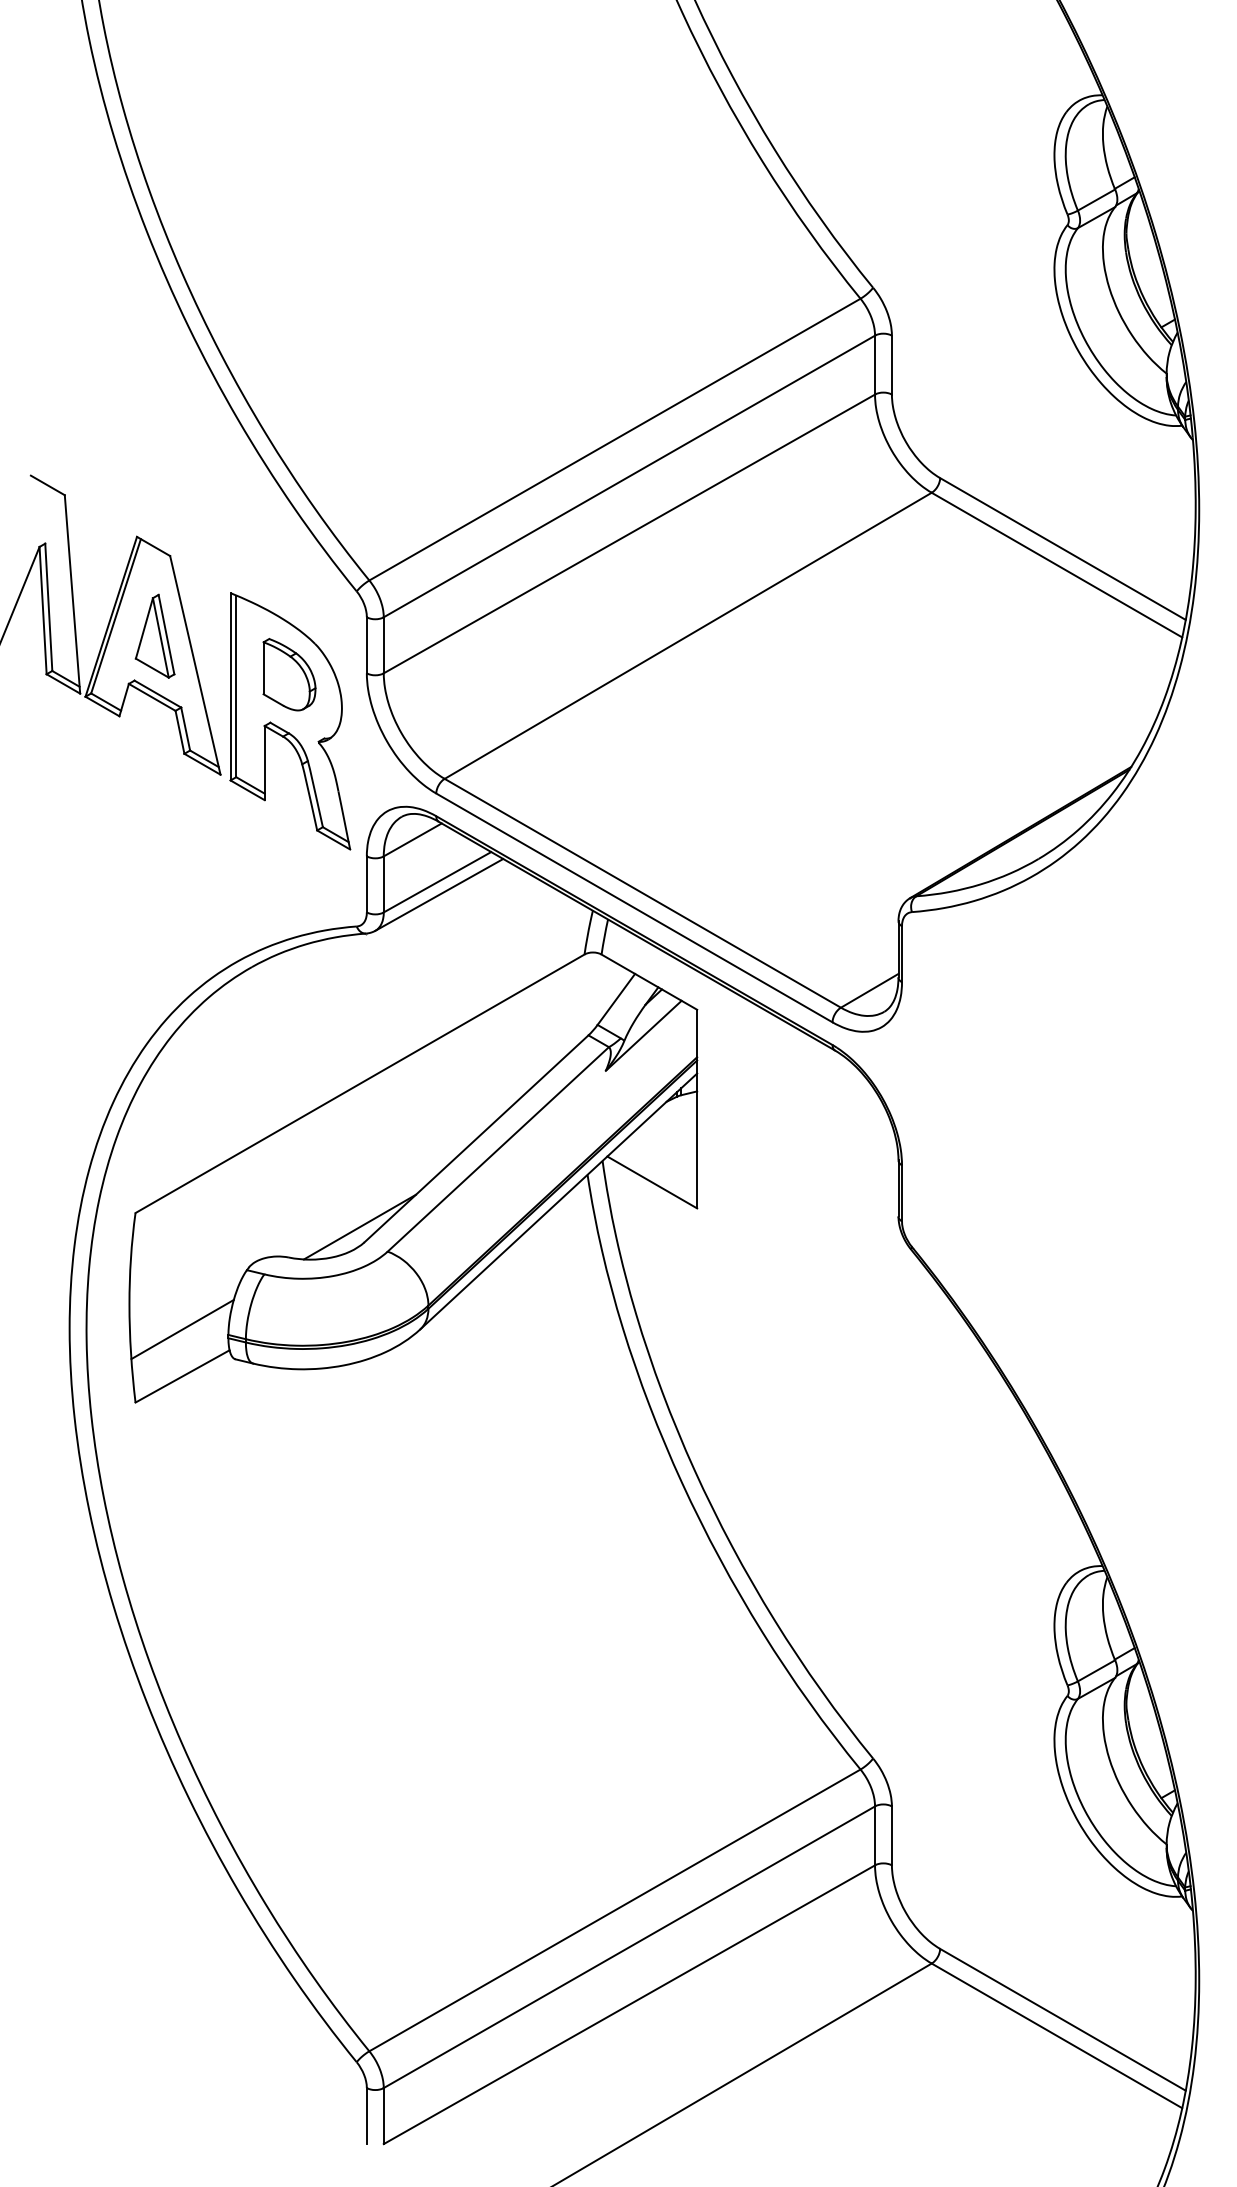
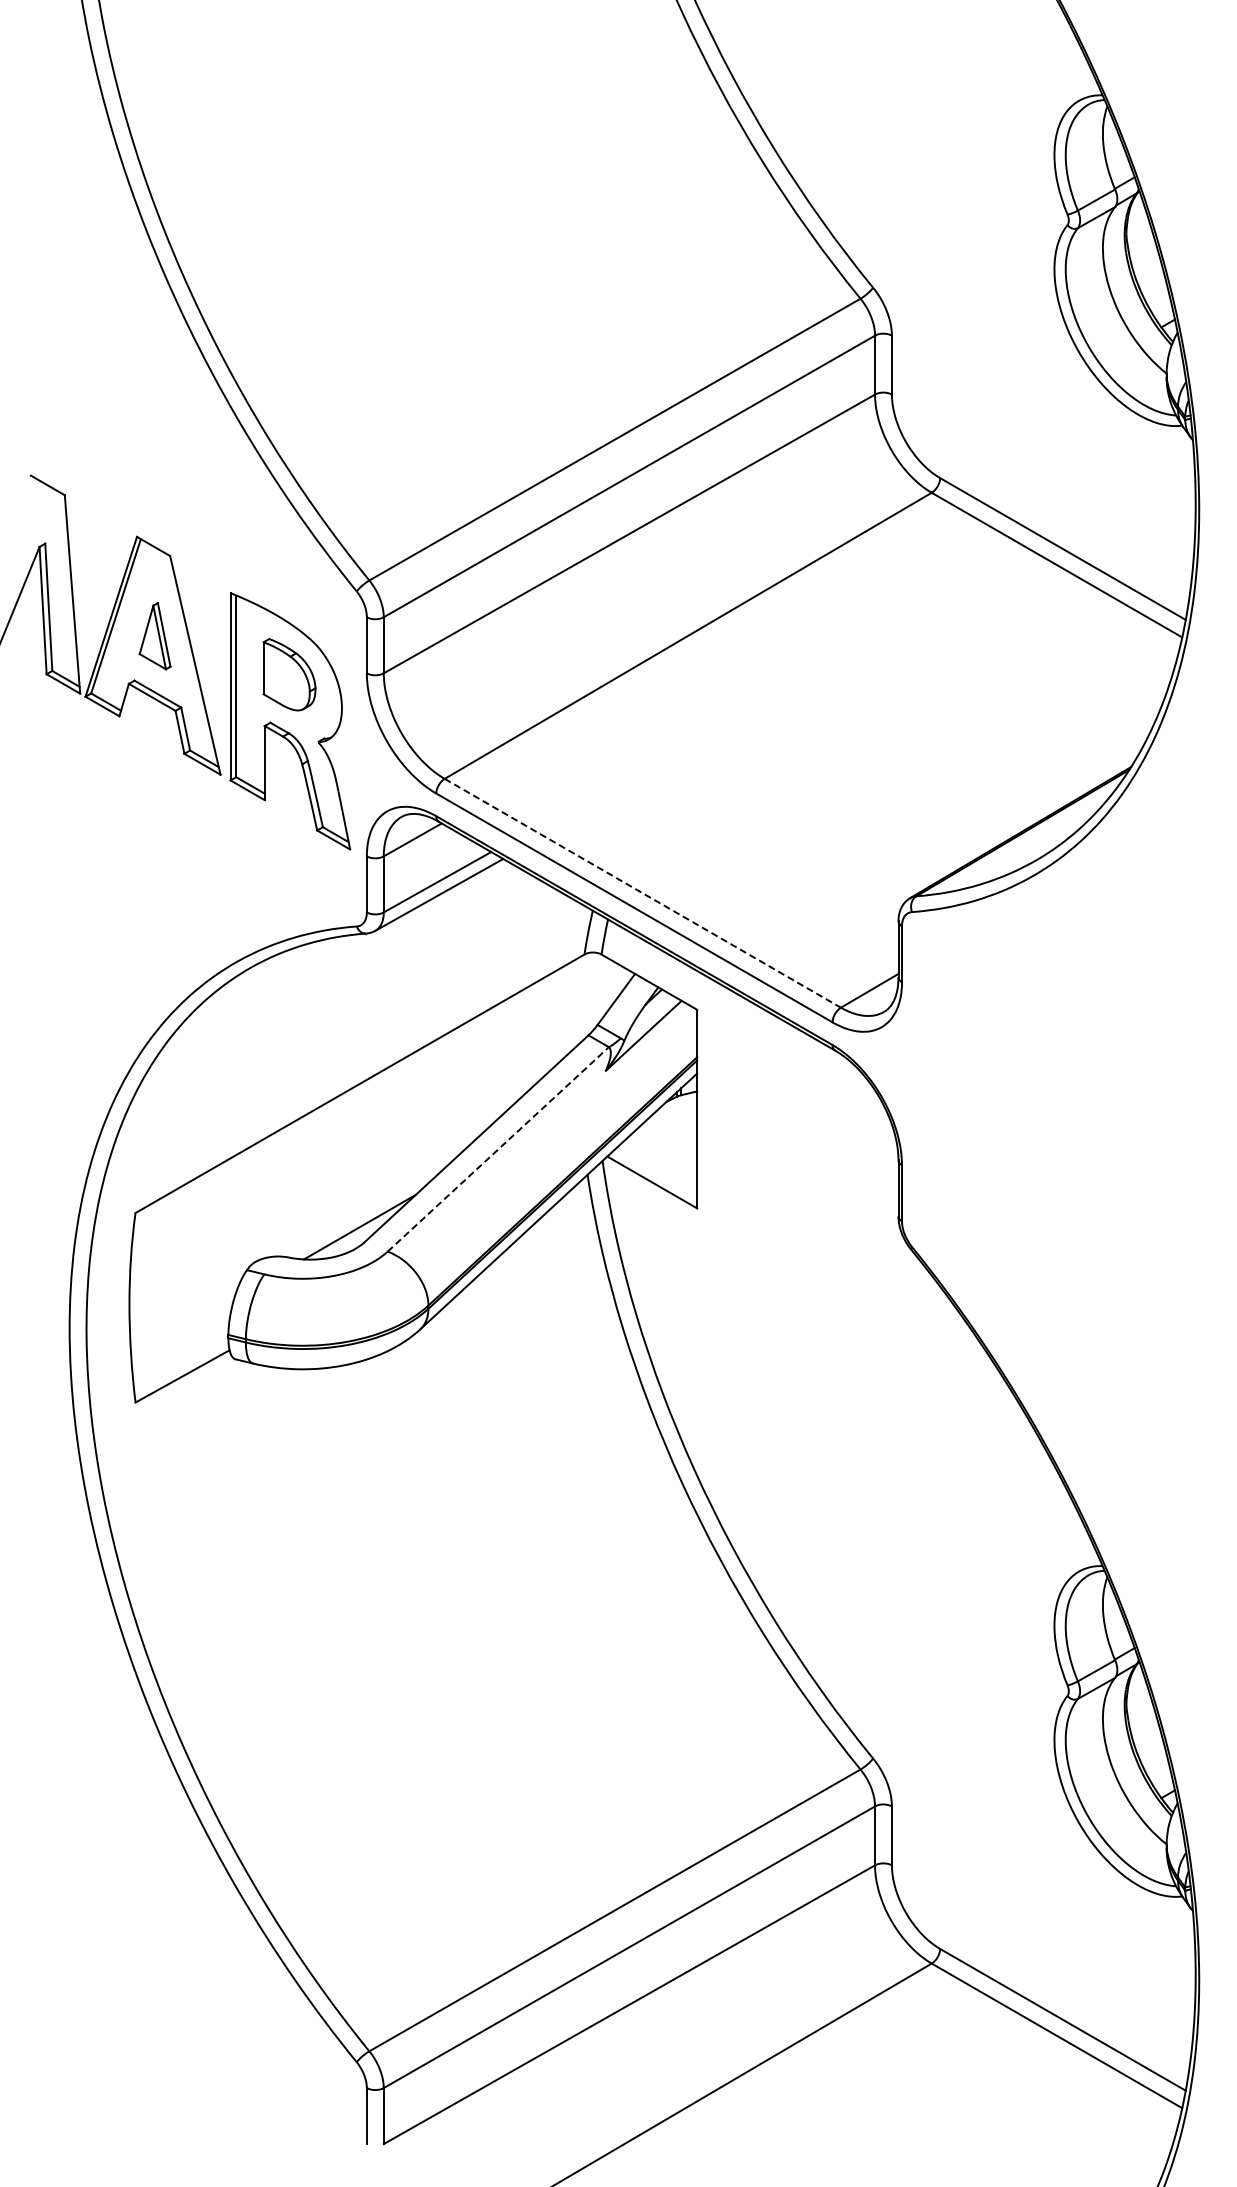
part at (154, 635) size: 42x86 px -> 34x69 px
line at (642, 893): solid -> dashed
line at (498, 1149): solid -> dashed
line at (182, 1329): present -> none
